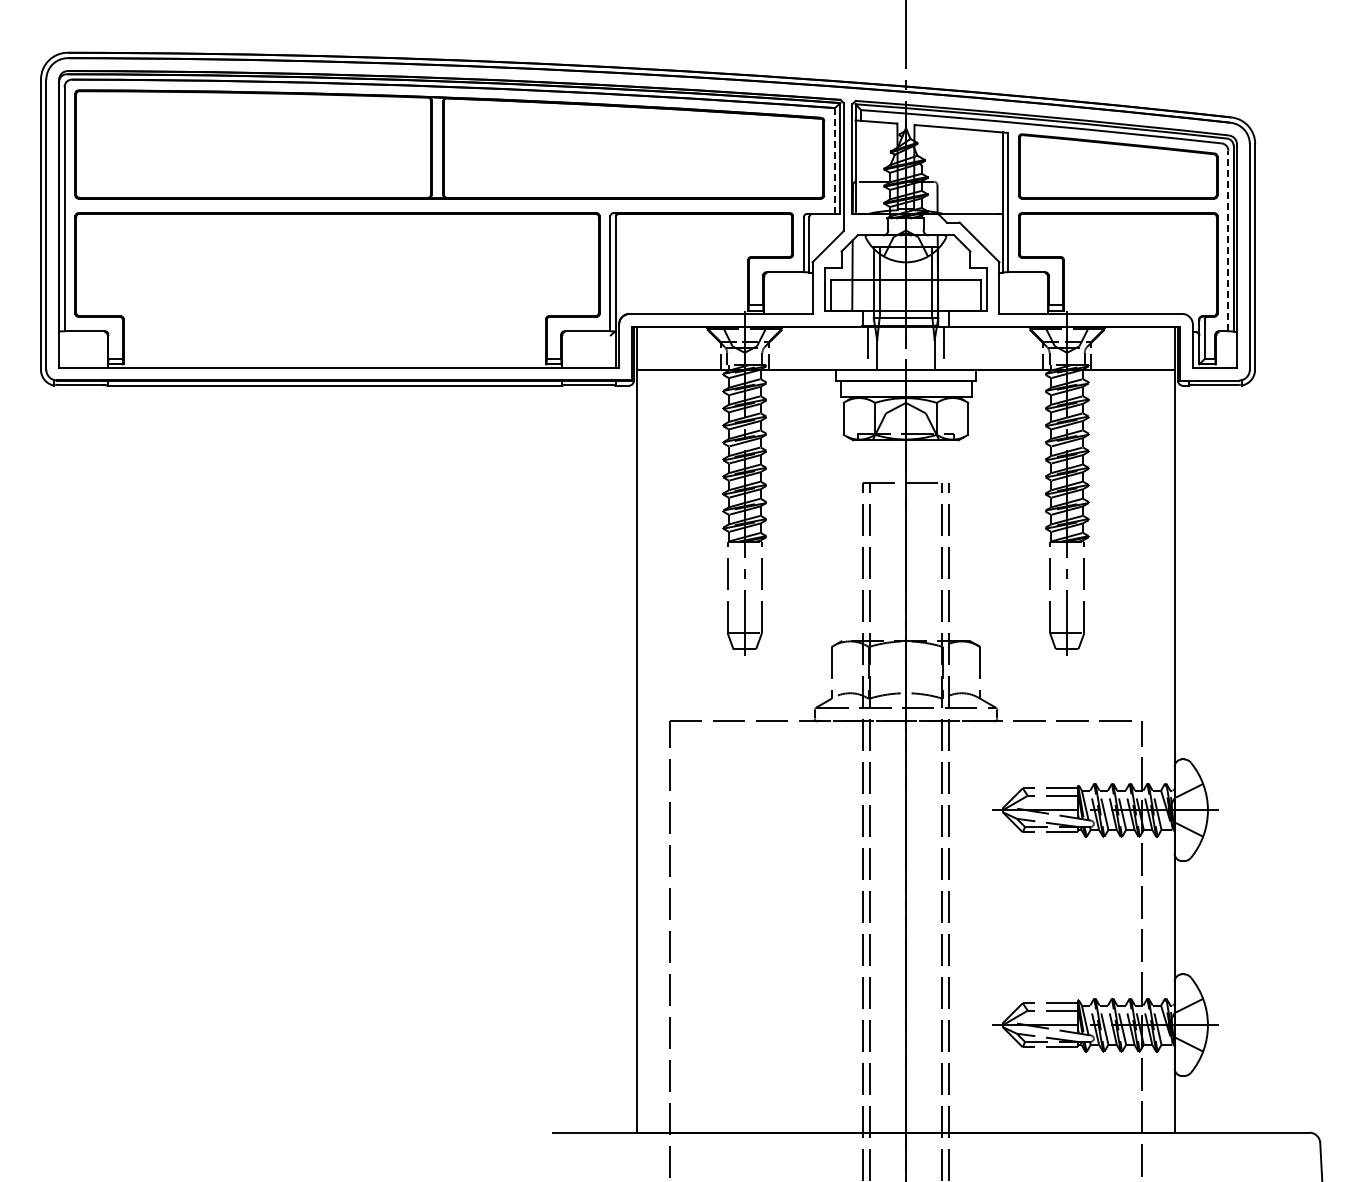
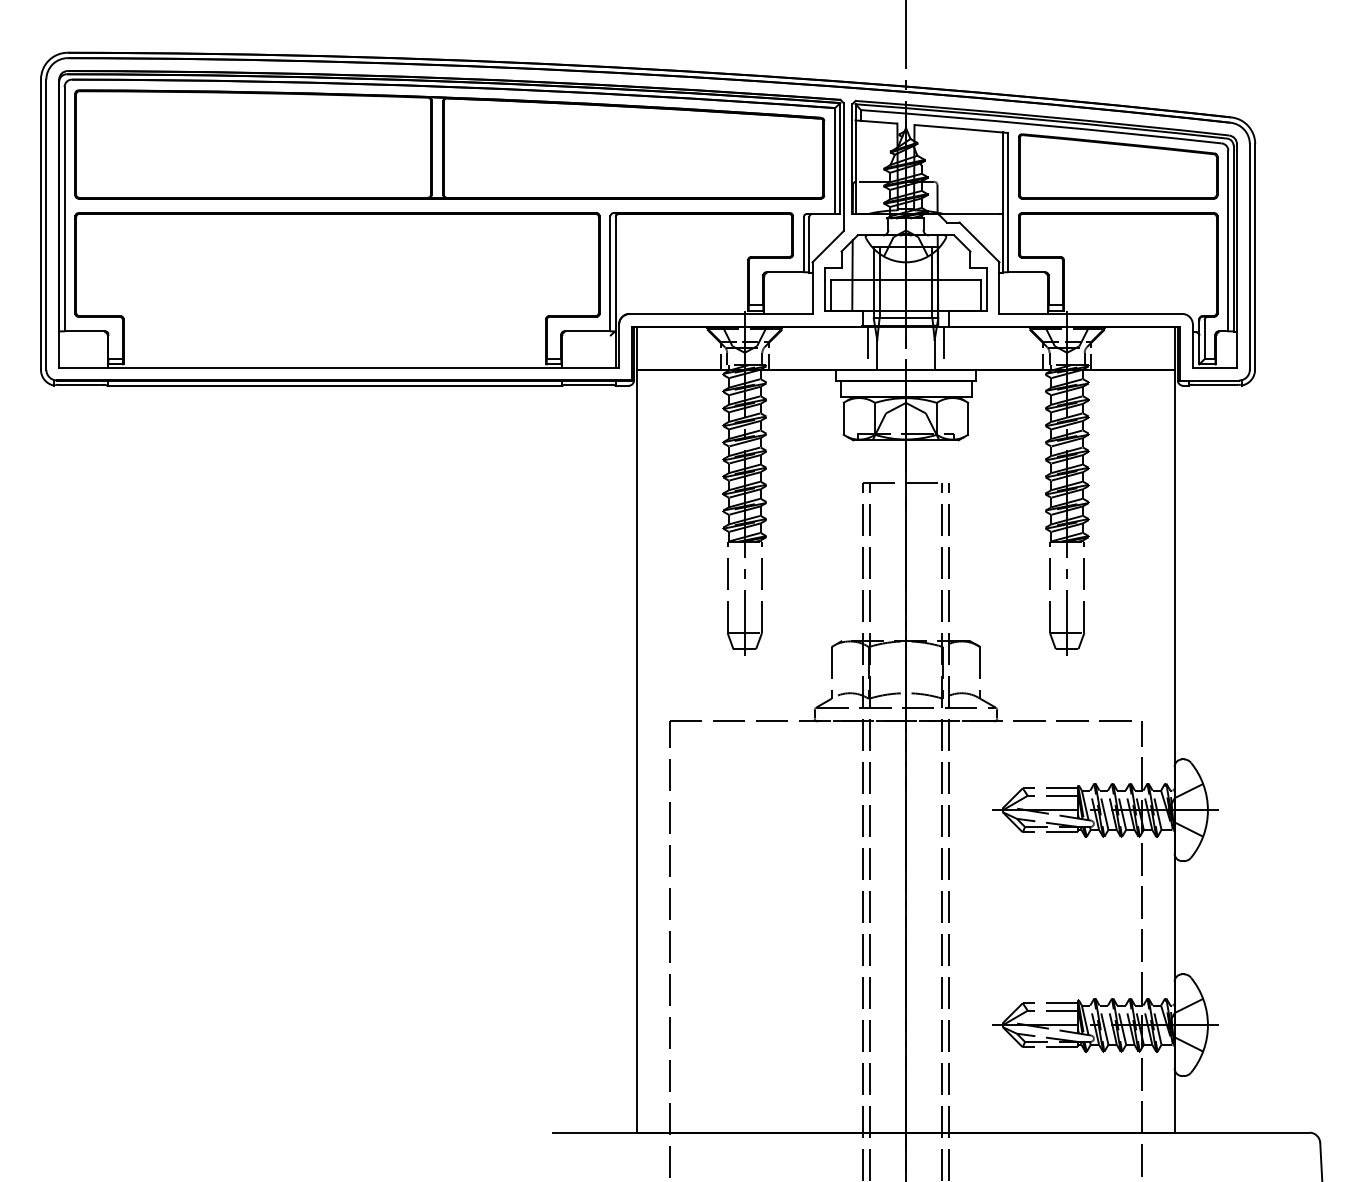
line at (835, 161): dashed -> solid
line at (1228, 240): dashed -> solid
